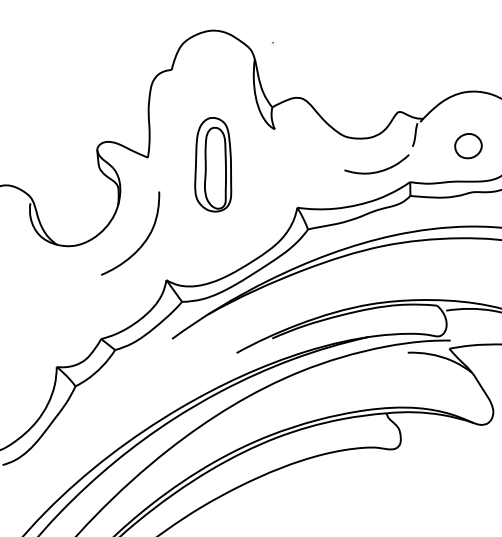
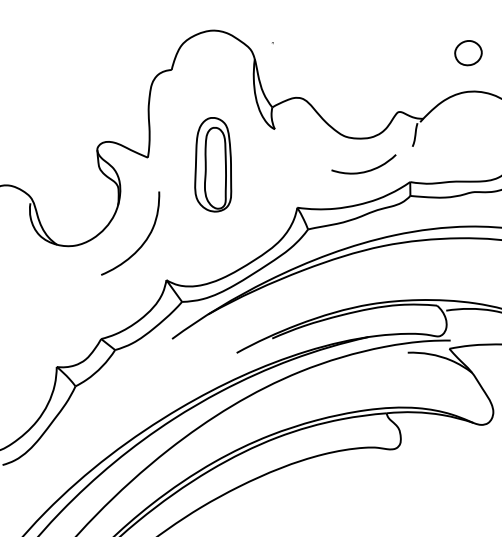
part at (468, 146) position: (468, 146) -> (468, 53)
curve at (379, 170) position: (379, 170) -> (366, 170)
